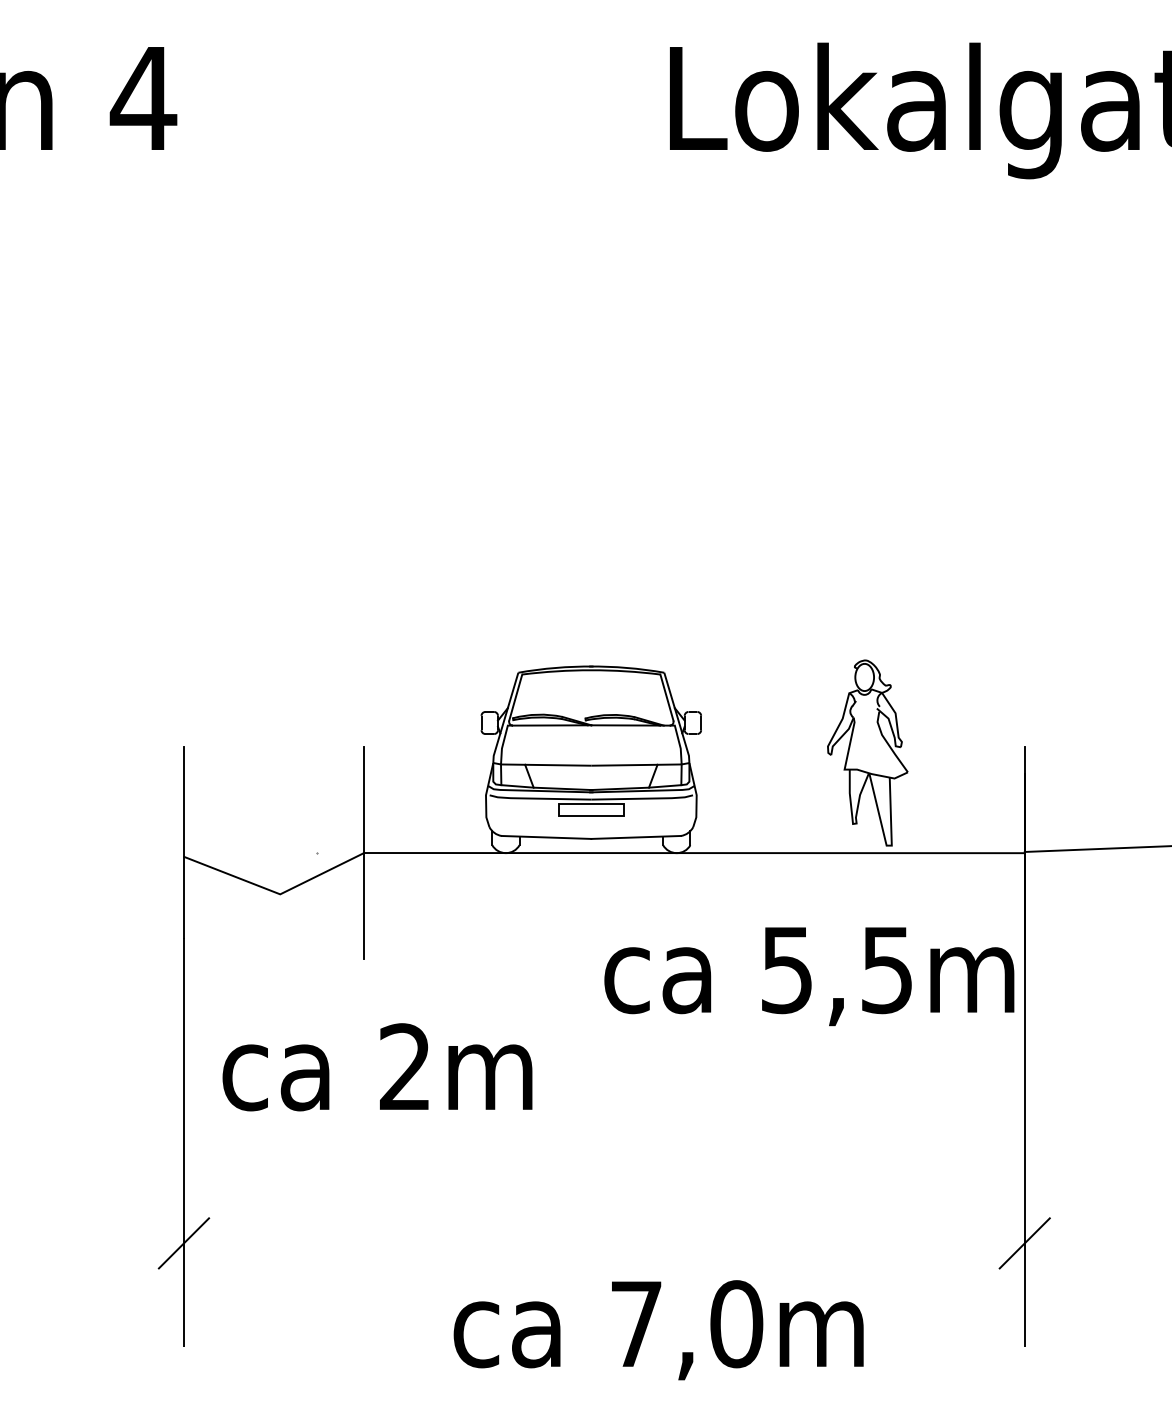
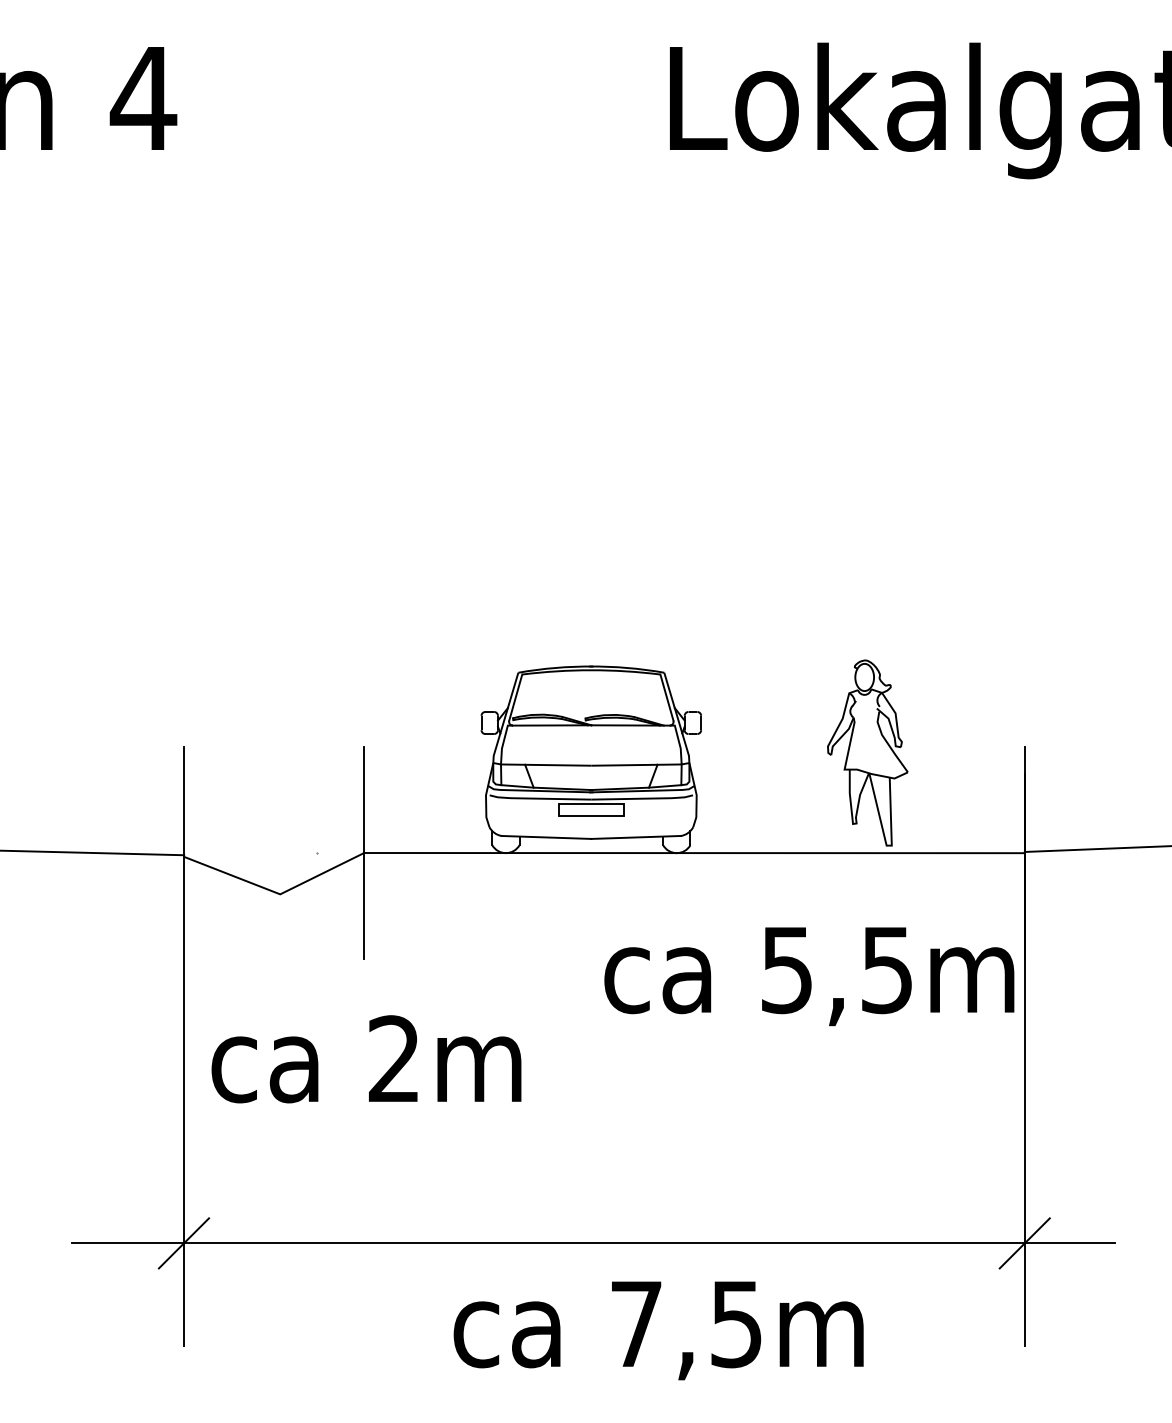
line at (93, 852): none -> present
text at (377, 1067) position: (377, 1067) -> (366, 1059)
line at (593, 1243): none -> present
text at (736, 1324): 7,0m -> 7,5m
